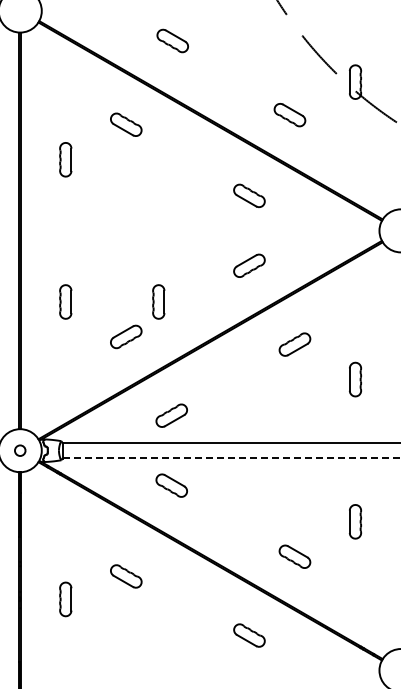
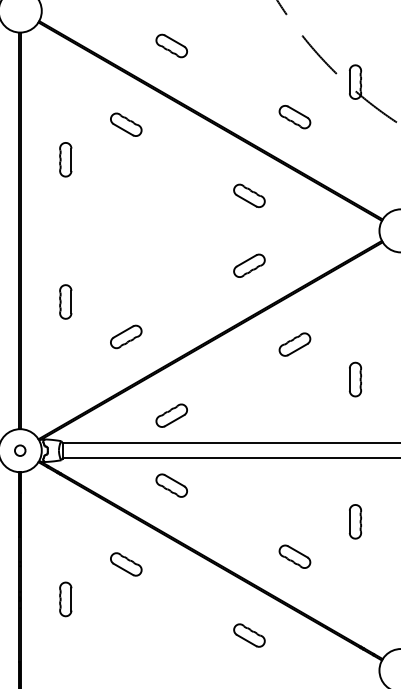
part at (172, 40) position: (172, 40) -> (171, 45)
part at (289, 115) position: (289, 115) -> (294, 117)
part at (158, 301): present -> none
line at (232, 458): dashed -> solid
part at (126, 576) position: (126, 576) -> (126, 564)
